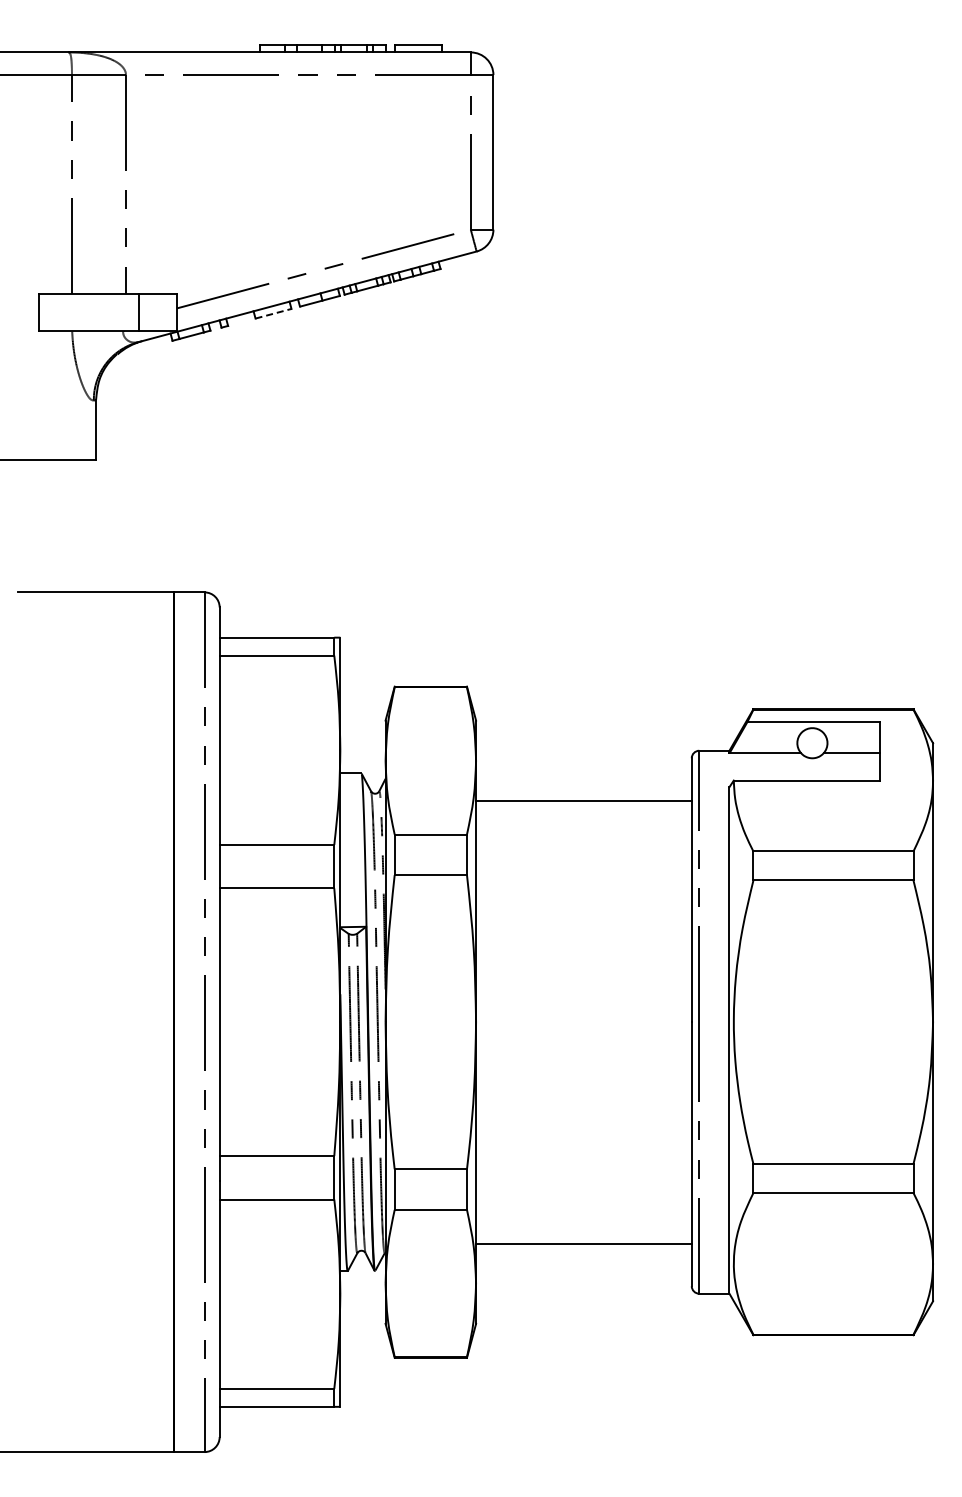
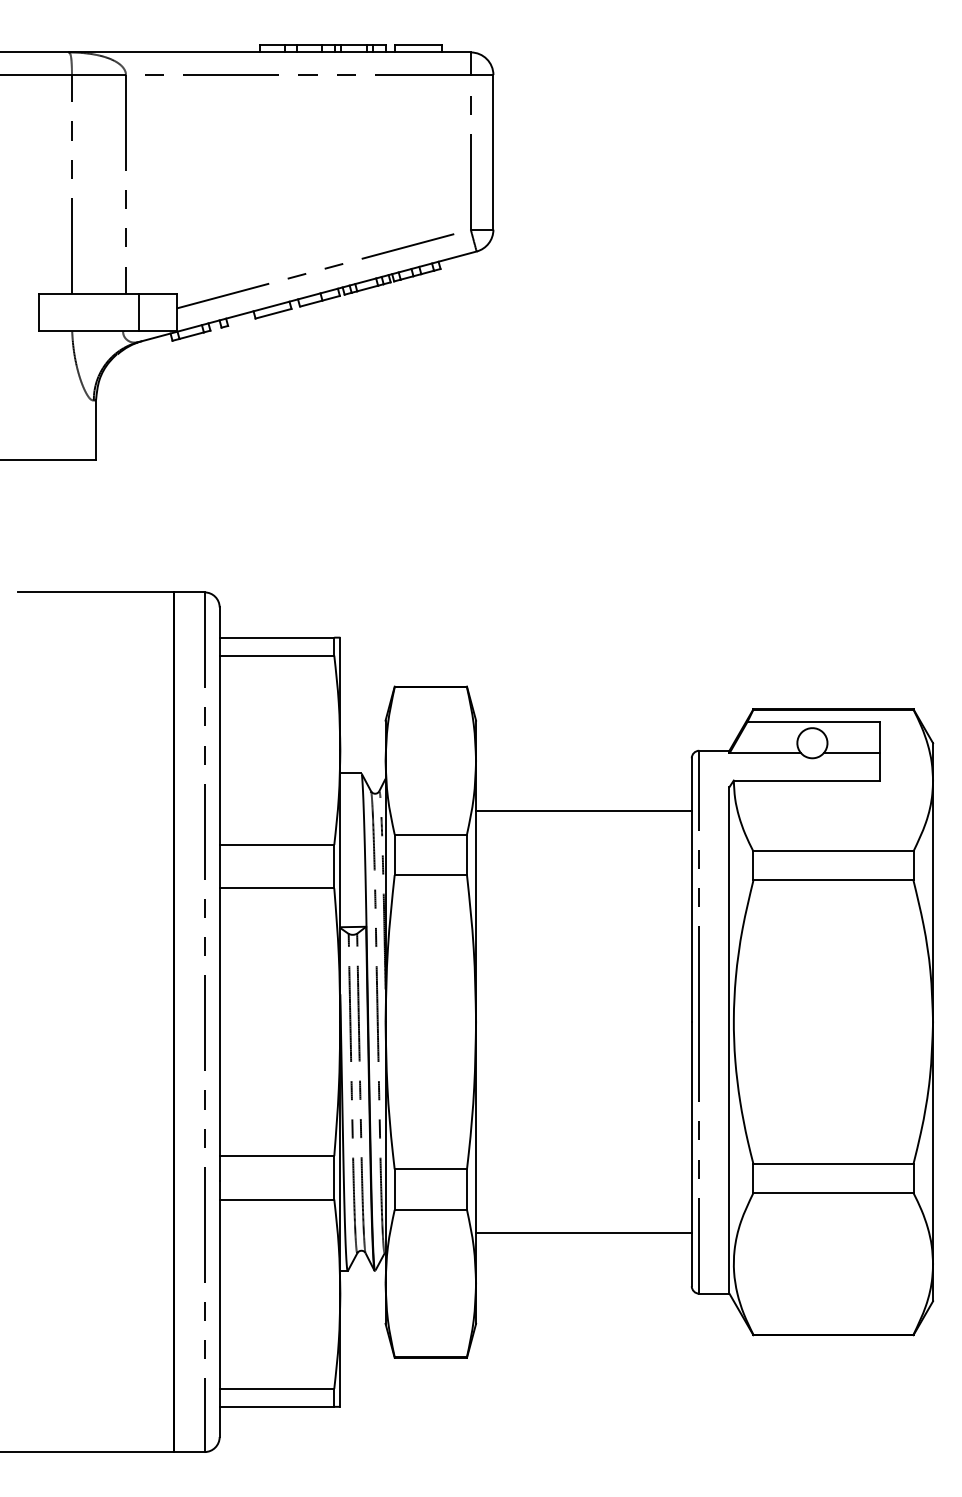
line at (273, 313): dashed -> solid
line at (583, 801) position: (583, 801) -> (583, 811)
line at (583, 1244) position: (583, 1244) -> (583, 1233)
